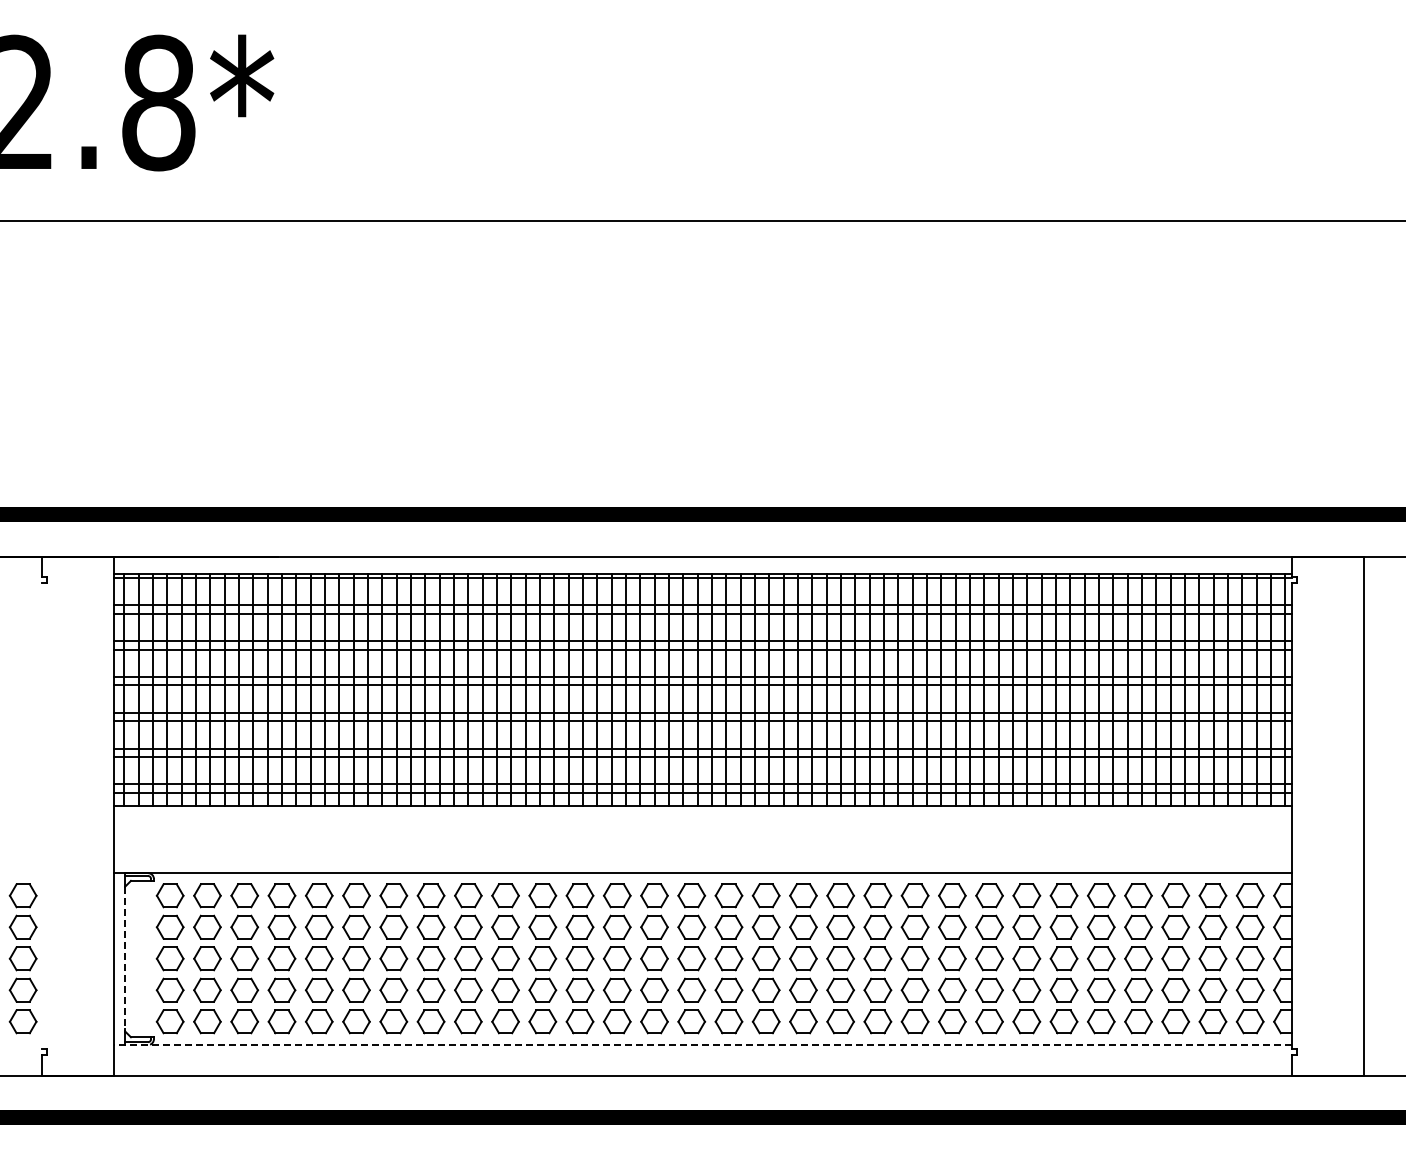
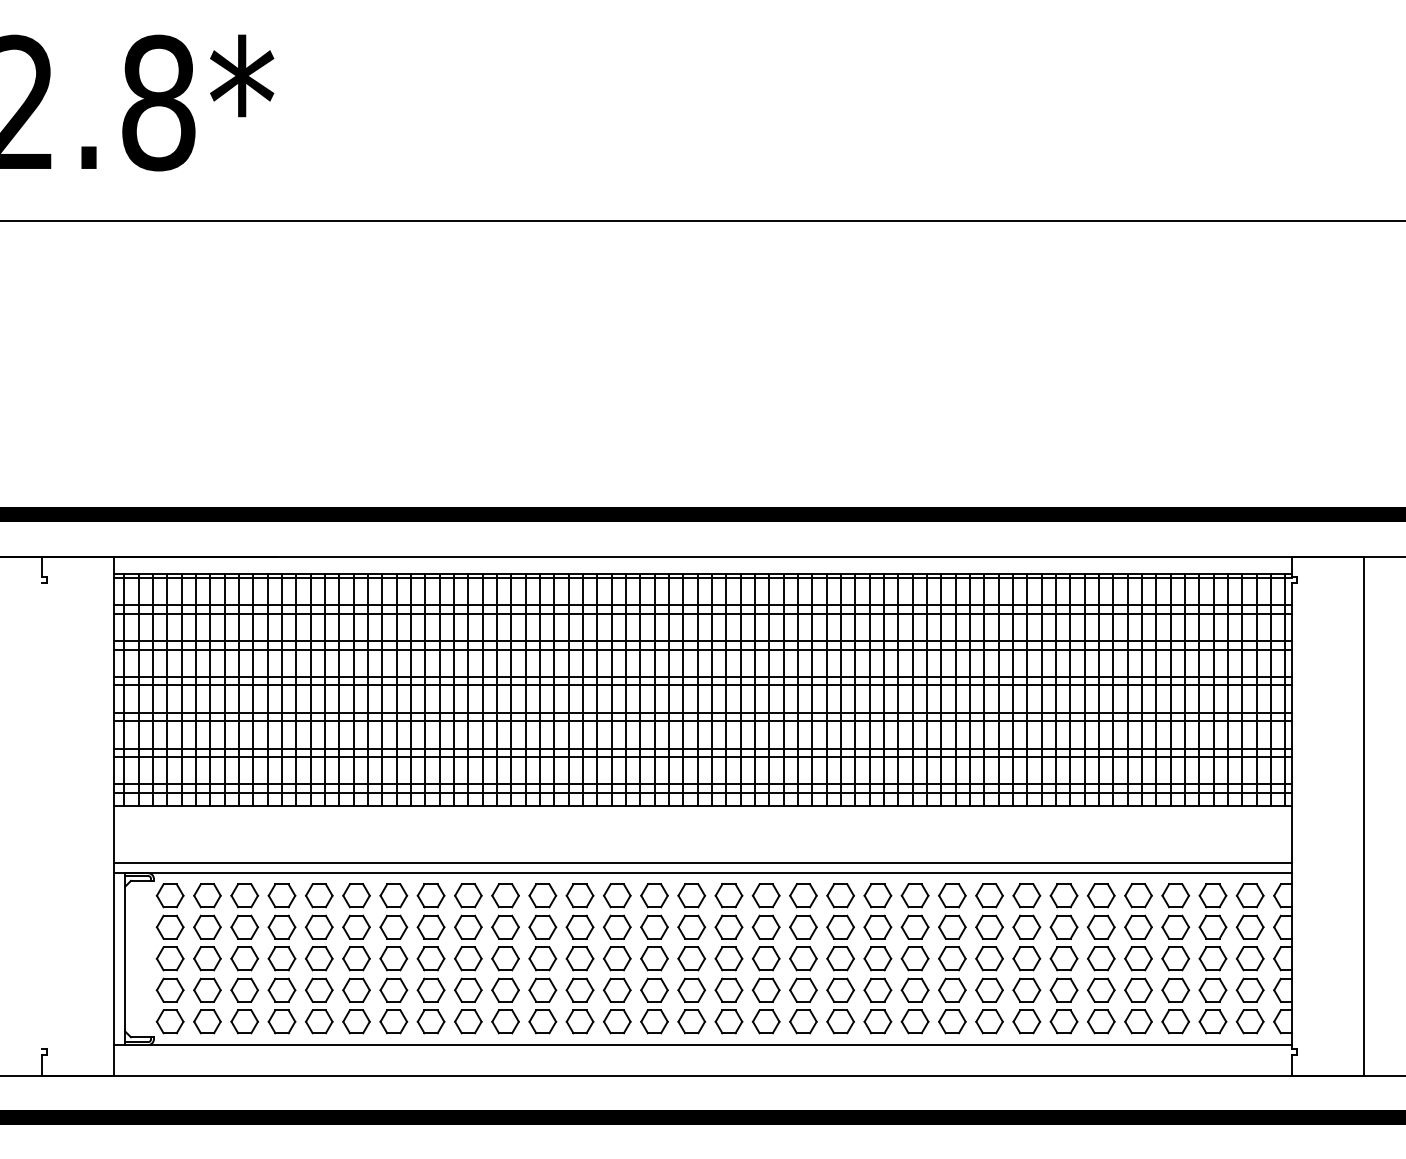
line at (702, 863): none -> present
part at (22, 958): present -> none
line at (125, 959): dashed -> solid
line at (702, 1044): dashed -> solid
